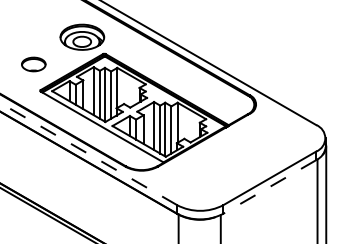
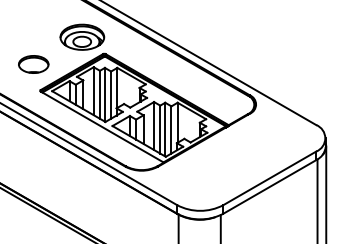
part at (33, 64) size: 26x17 px -> 32x19 px
line at (88, 153): dashed -> solid
line at (269, 187): dashed -> solid
